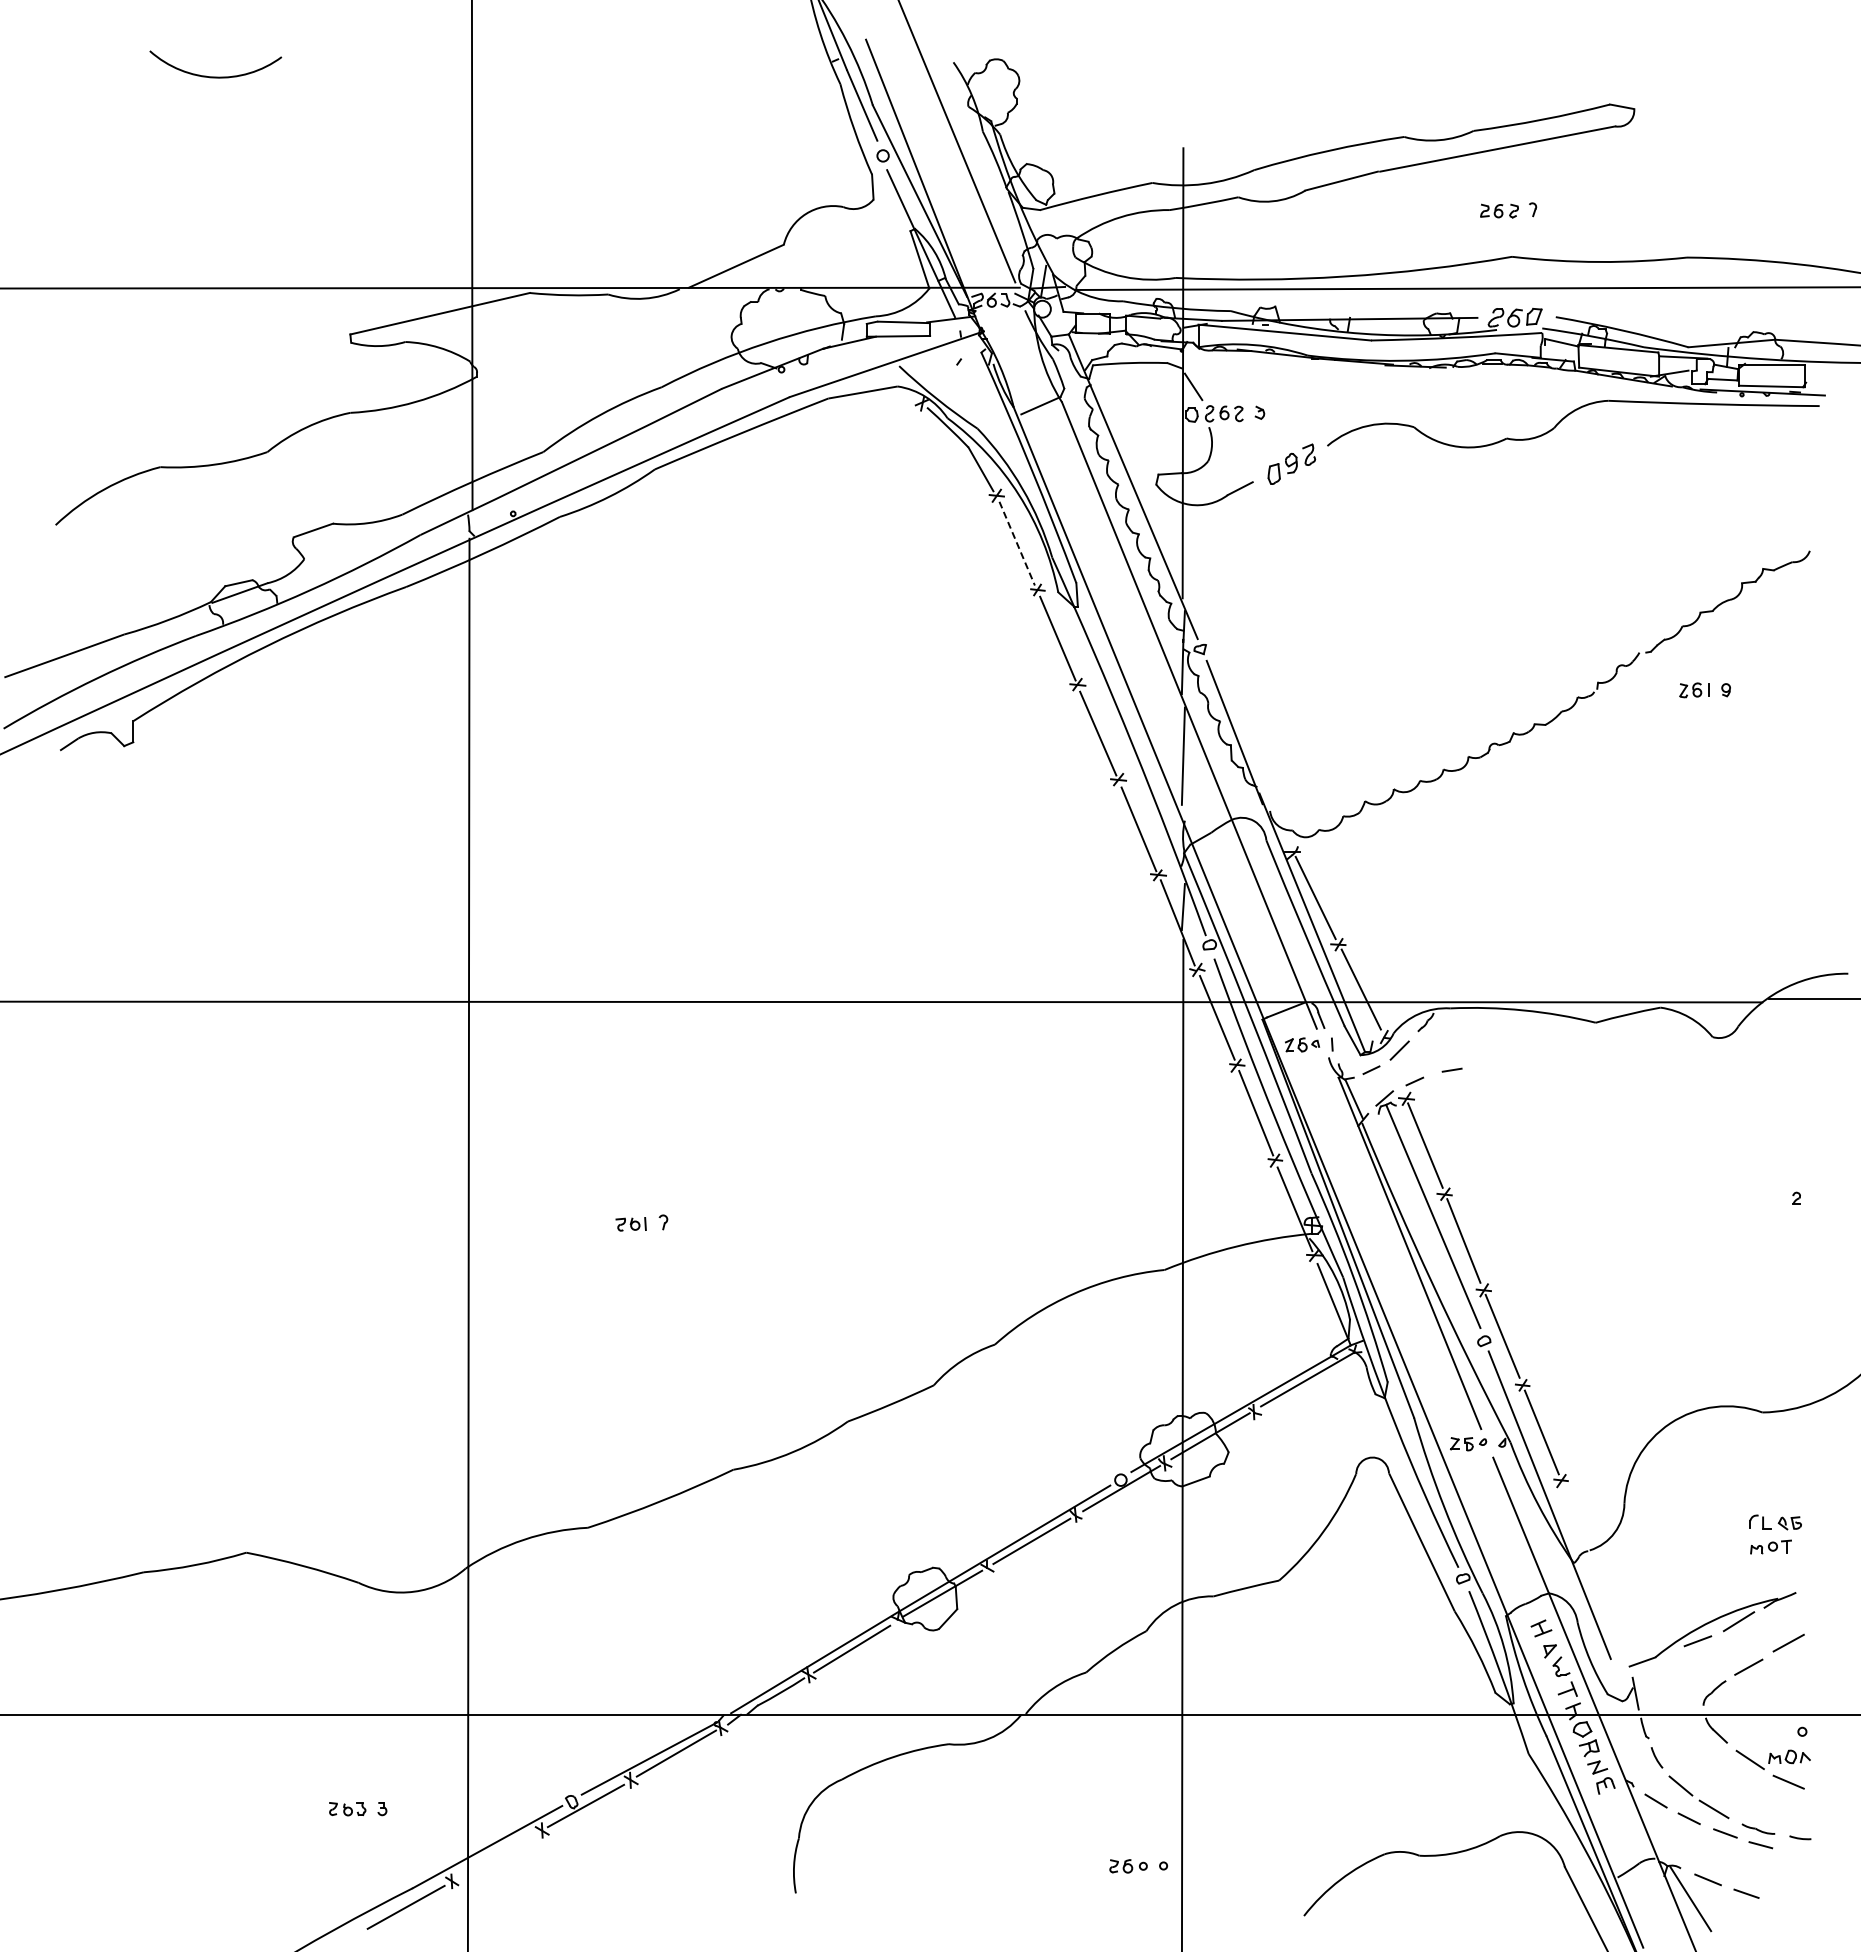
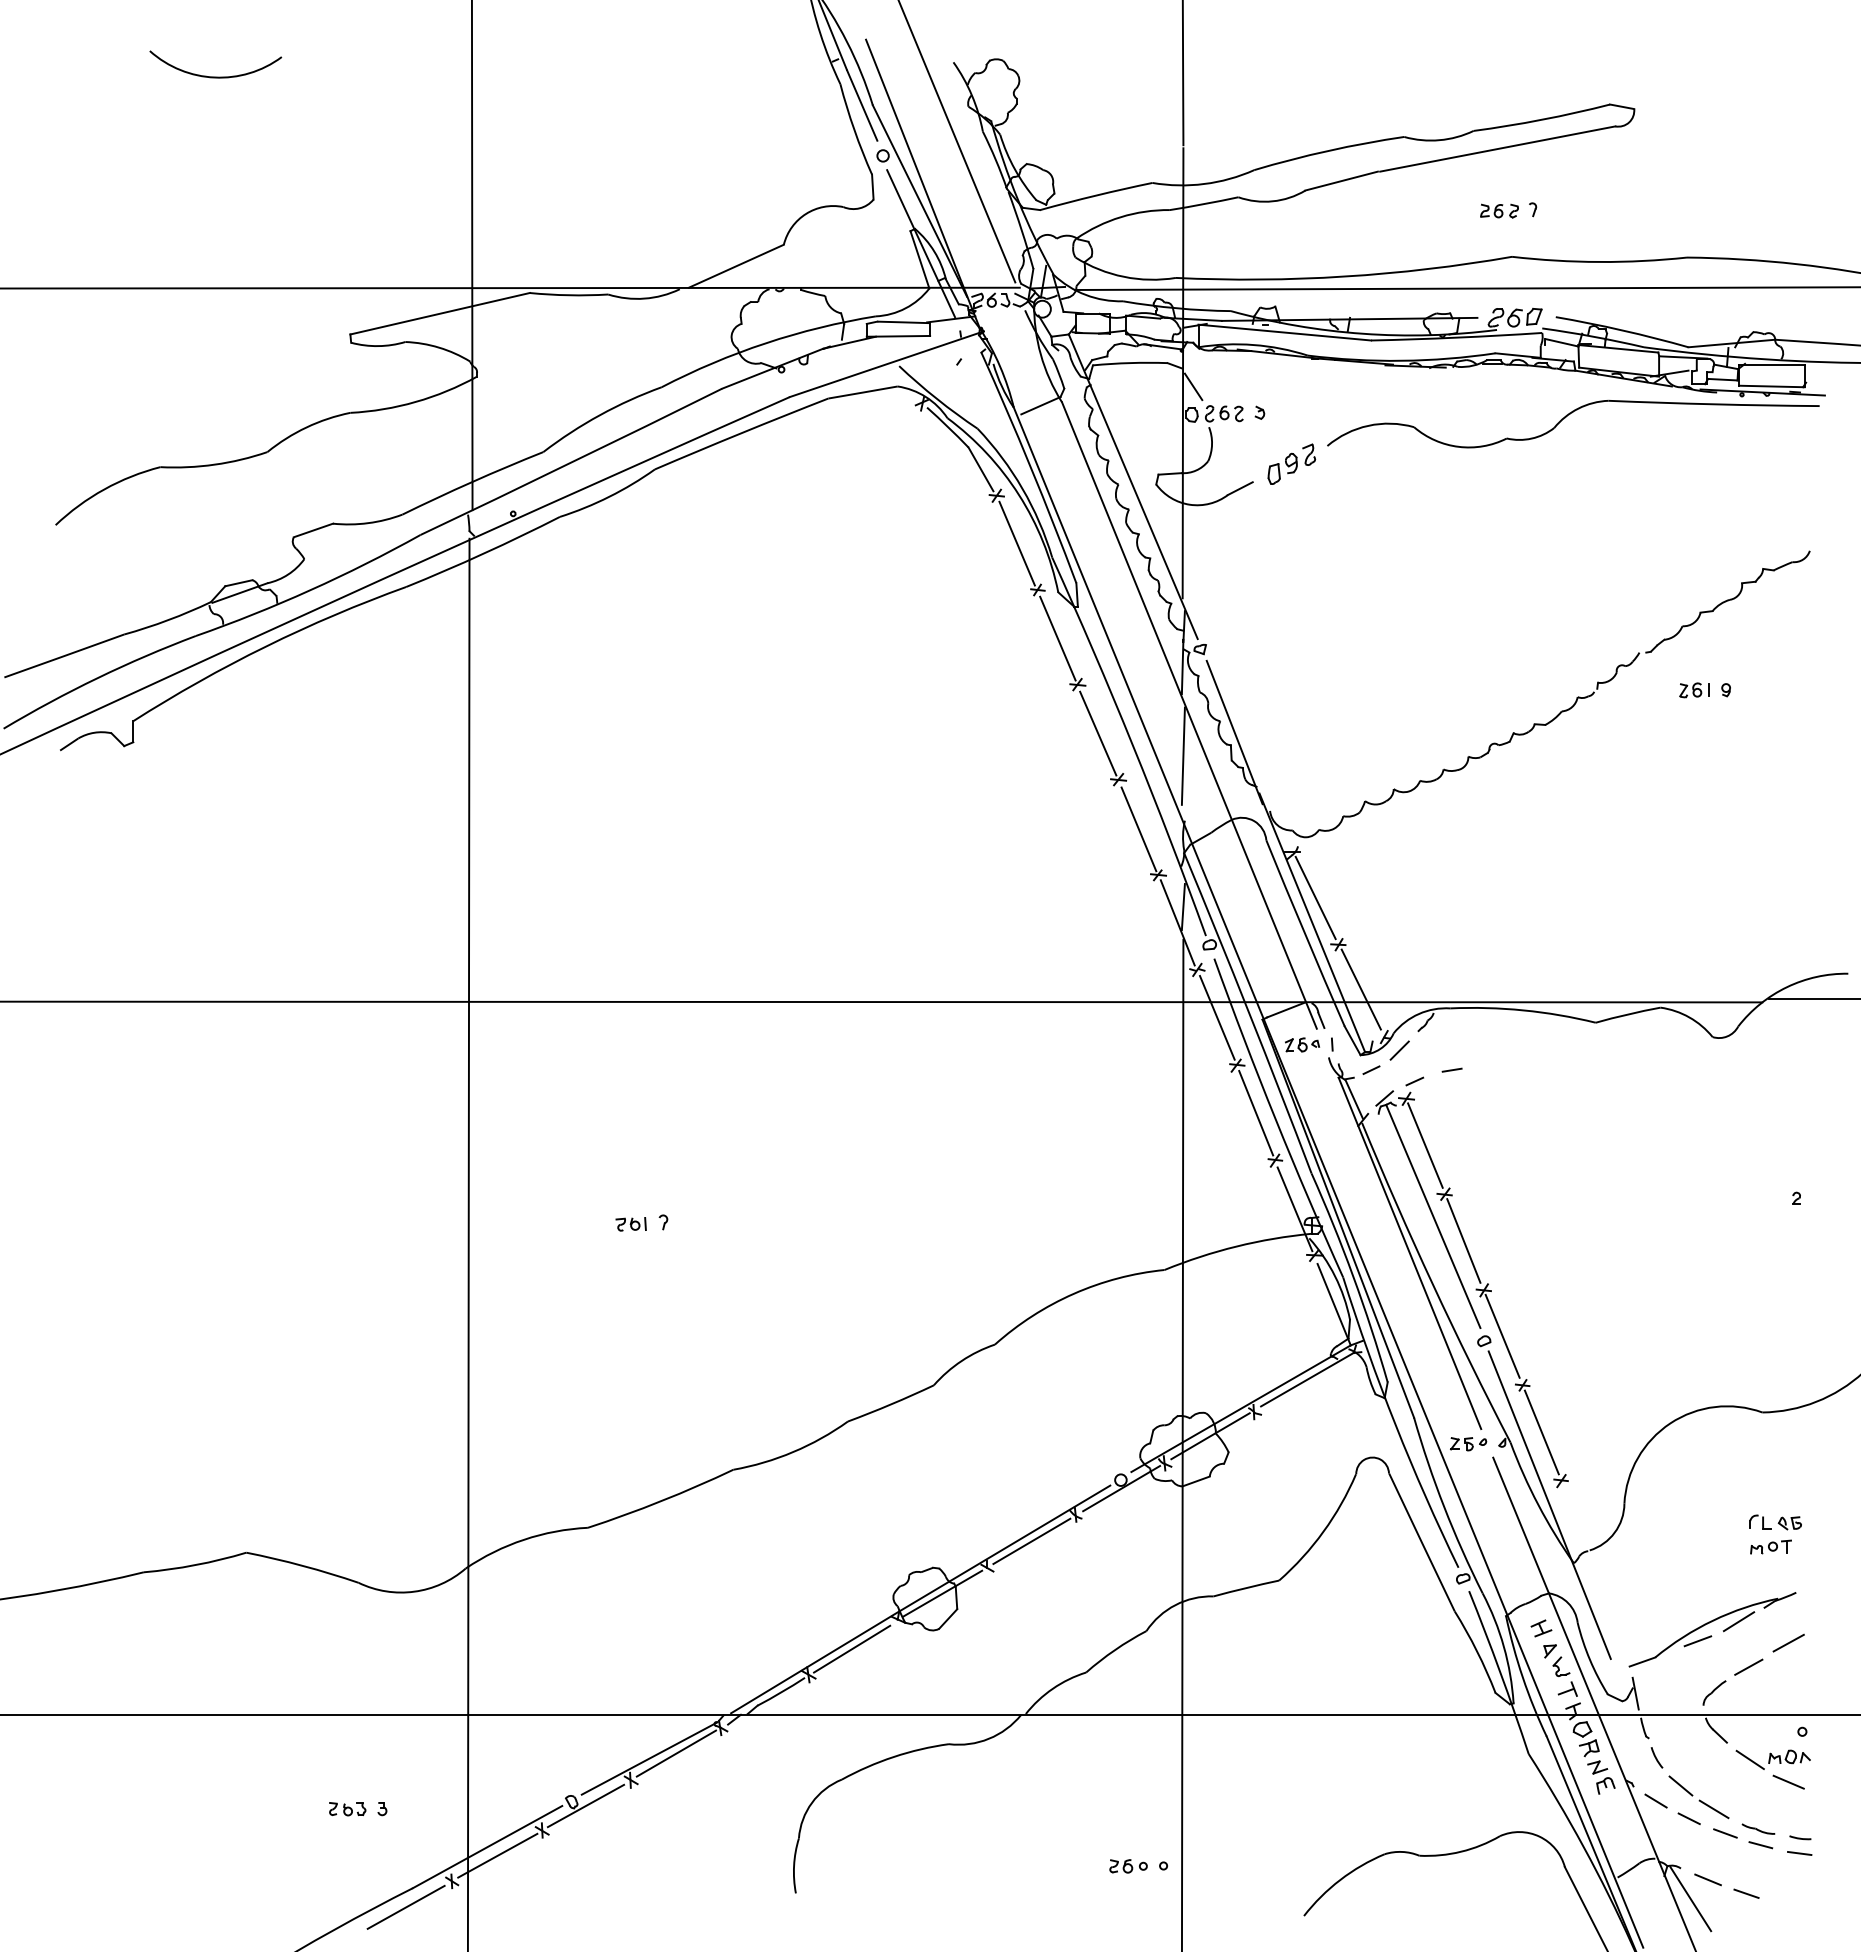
line at (1182, 73): none -> present
line at (1017, 544): dashed -> solid
line at (1799, 1853): none -> present
line at (497, 1855): none -> present
